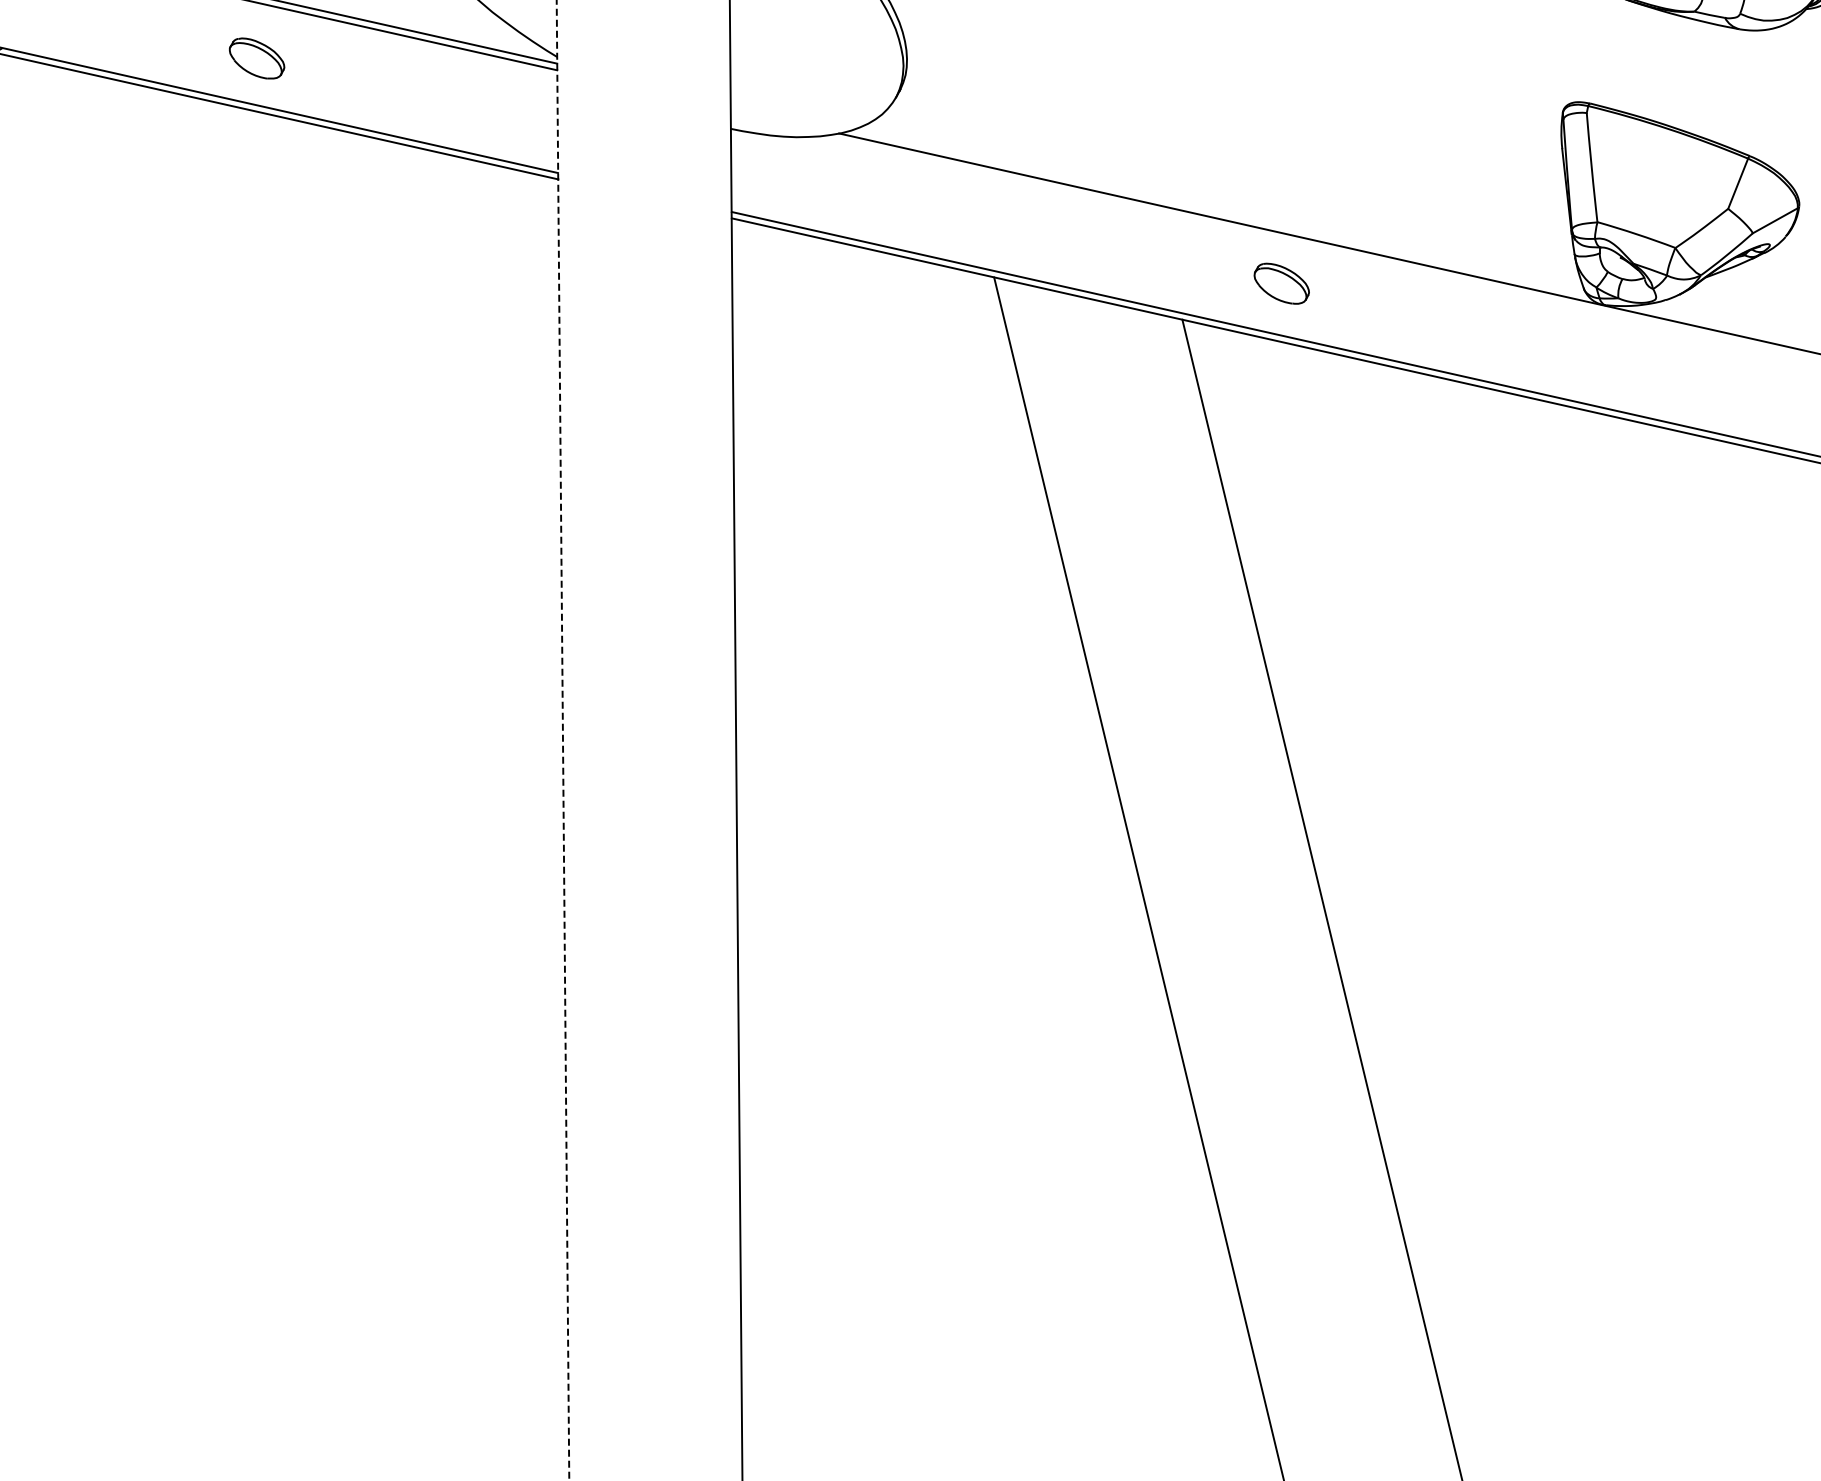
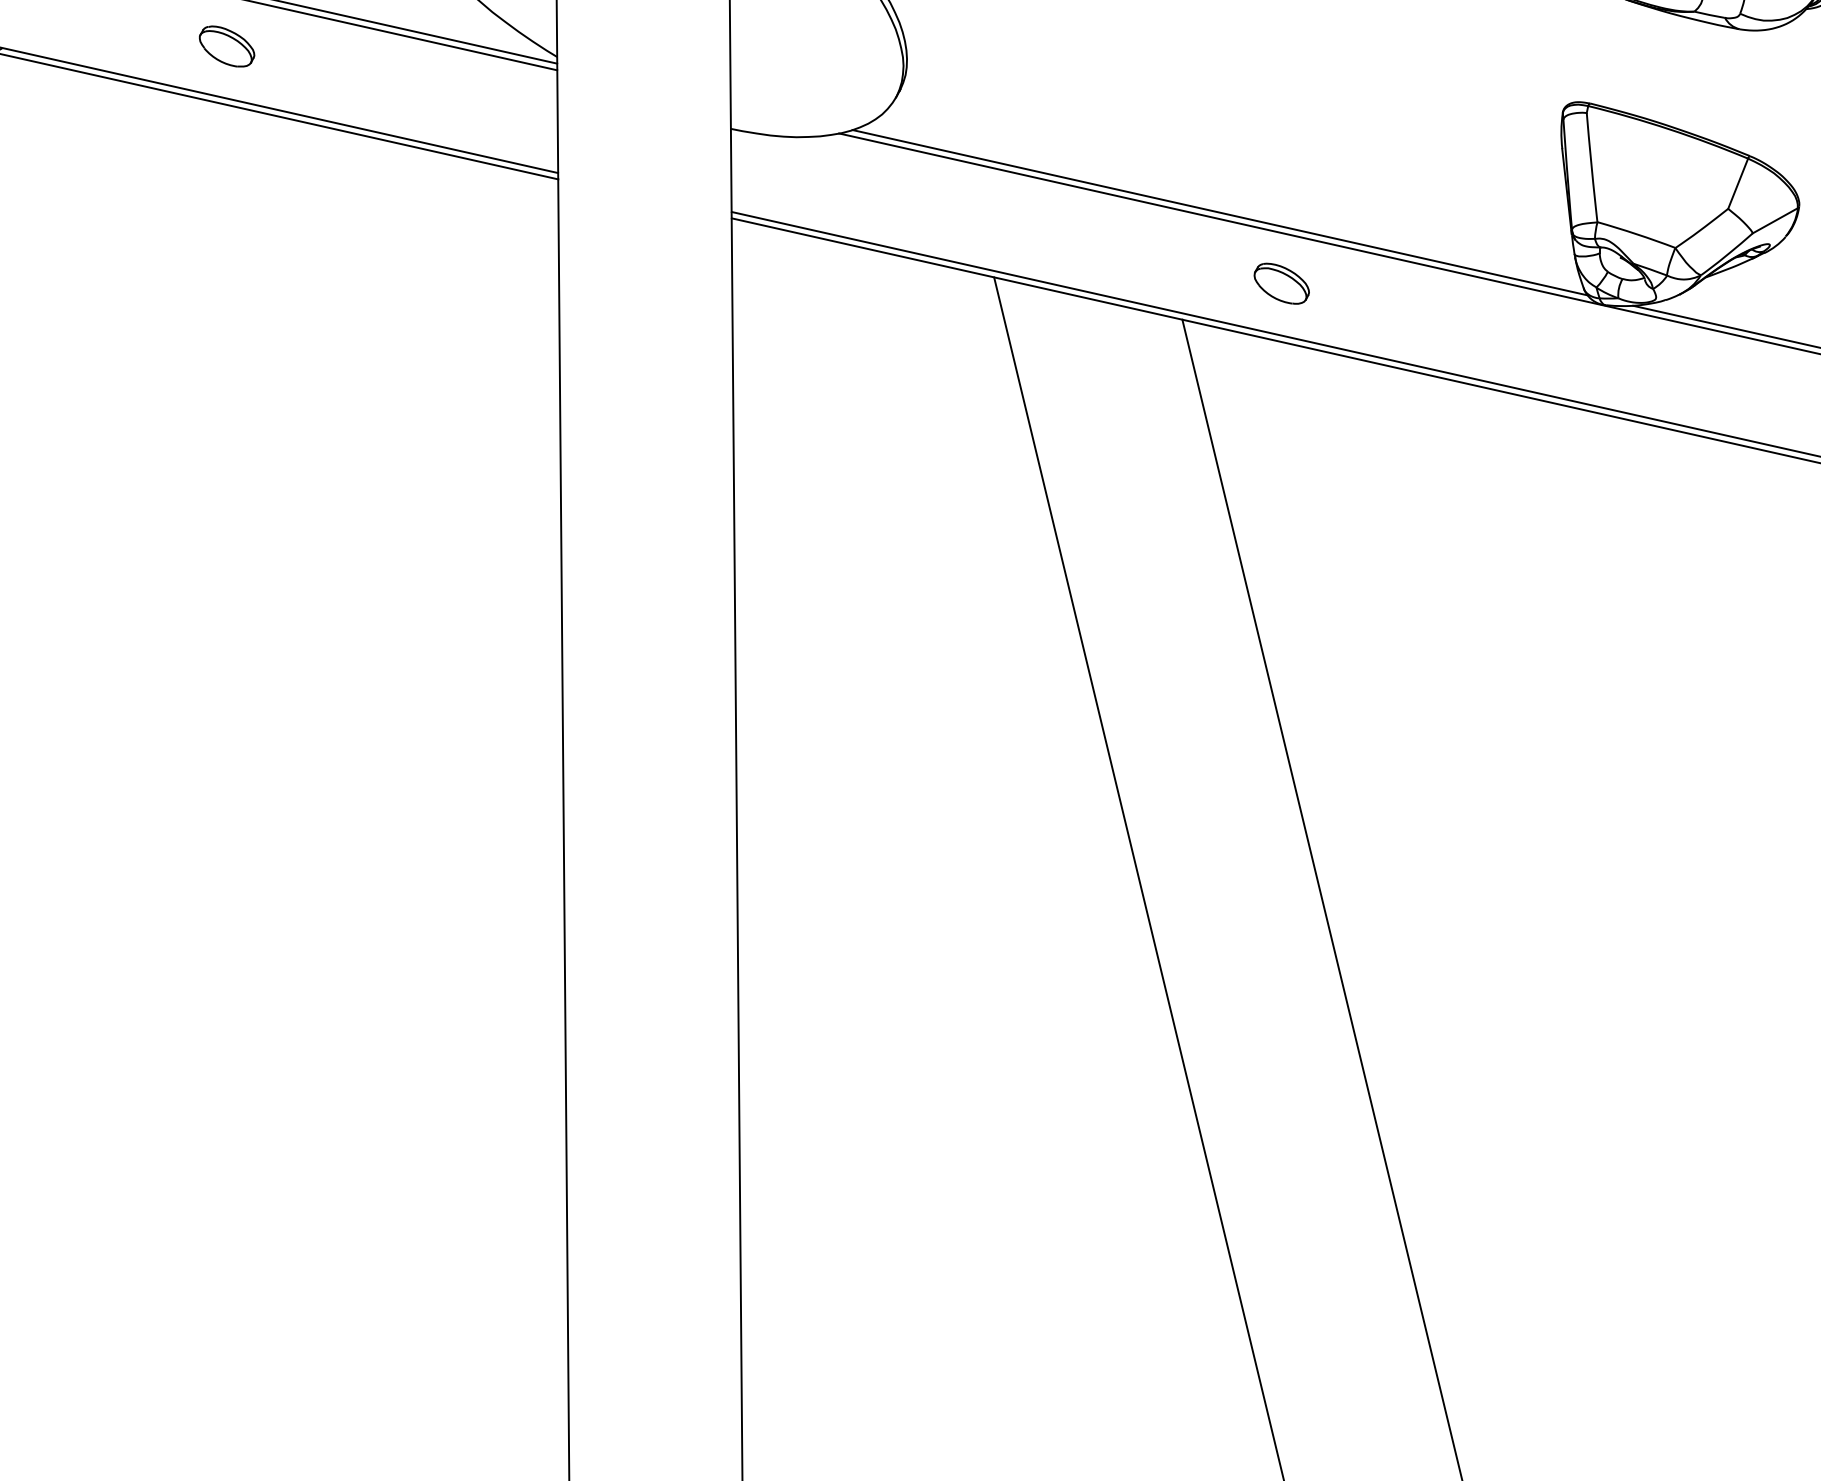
part at (257, 58) position: (257, 58) -> (227, 46)
line at (1219, 212): none -> present
line at (1725, 326): none -> present
line at (563, 740): dashed -> solid
